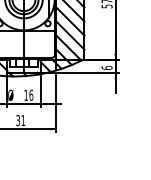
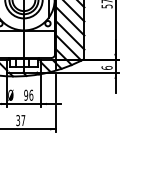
text at (26, 94): 16 -> 96
text at (23, 120): 31 -> 37
